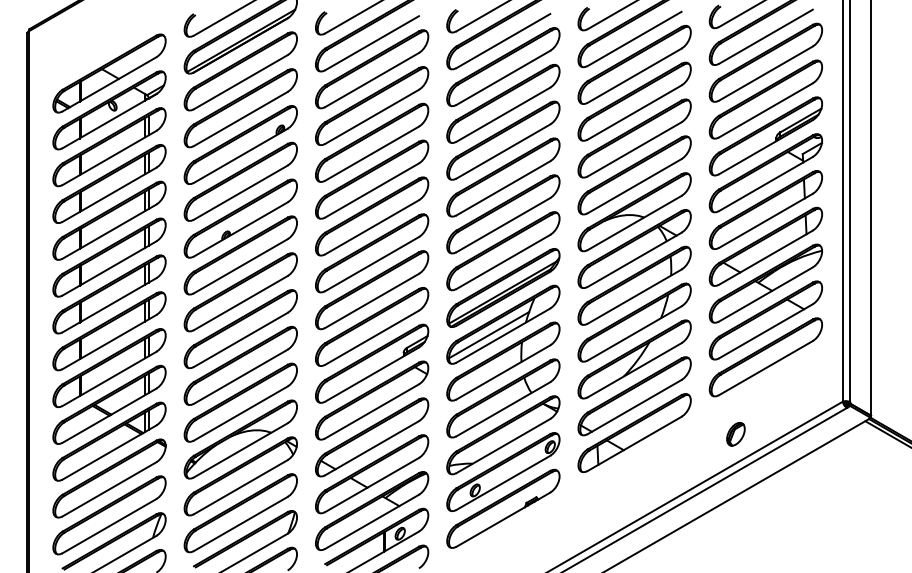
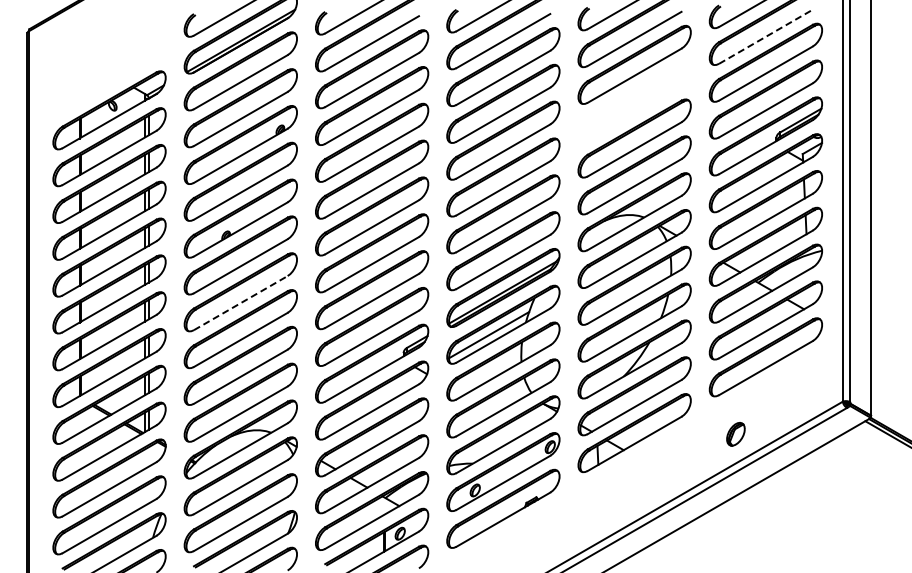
line at (766, 36): solid -> dashed
part at (109, 73): present -> none
part at (634, 101): present -> none
line at (241, 302): solid -> dashed
